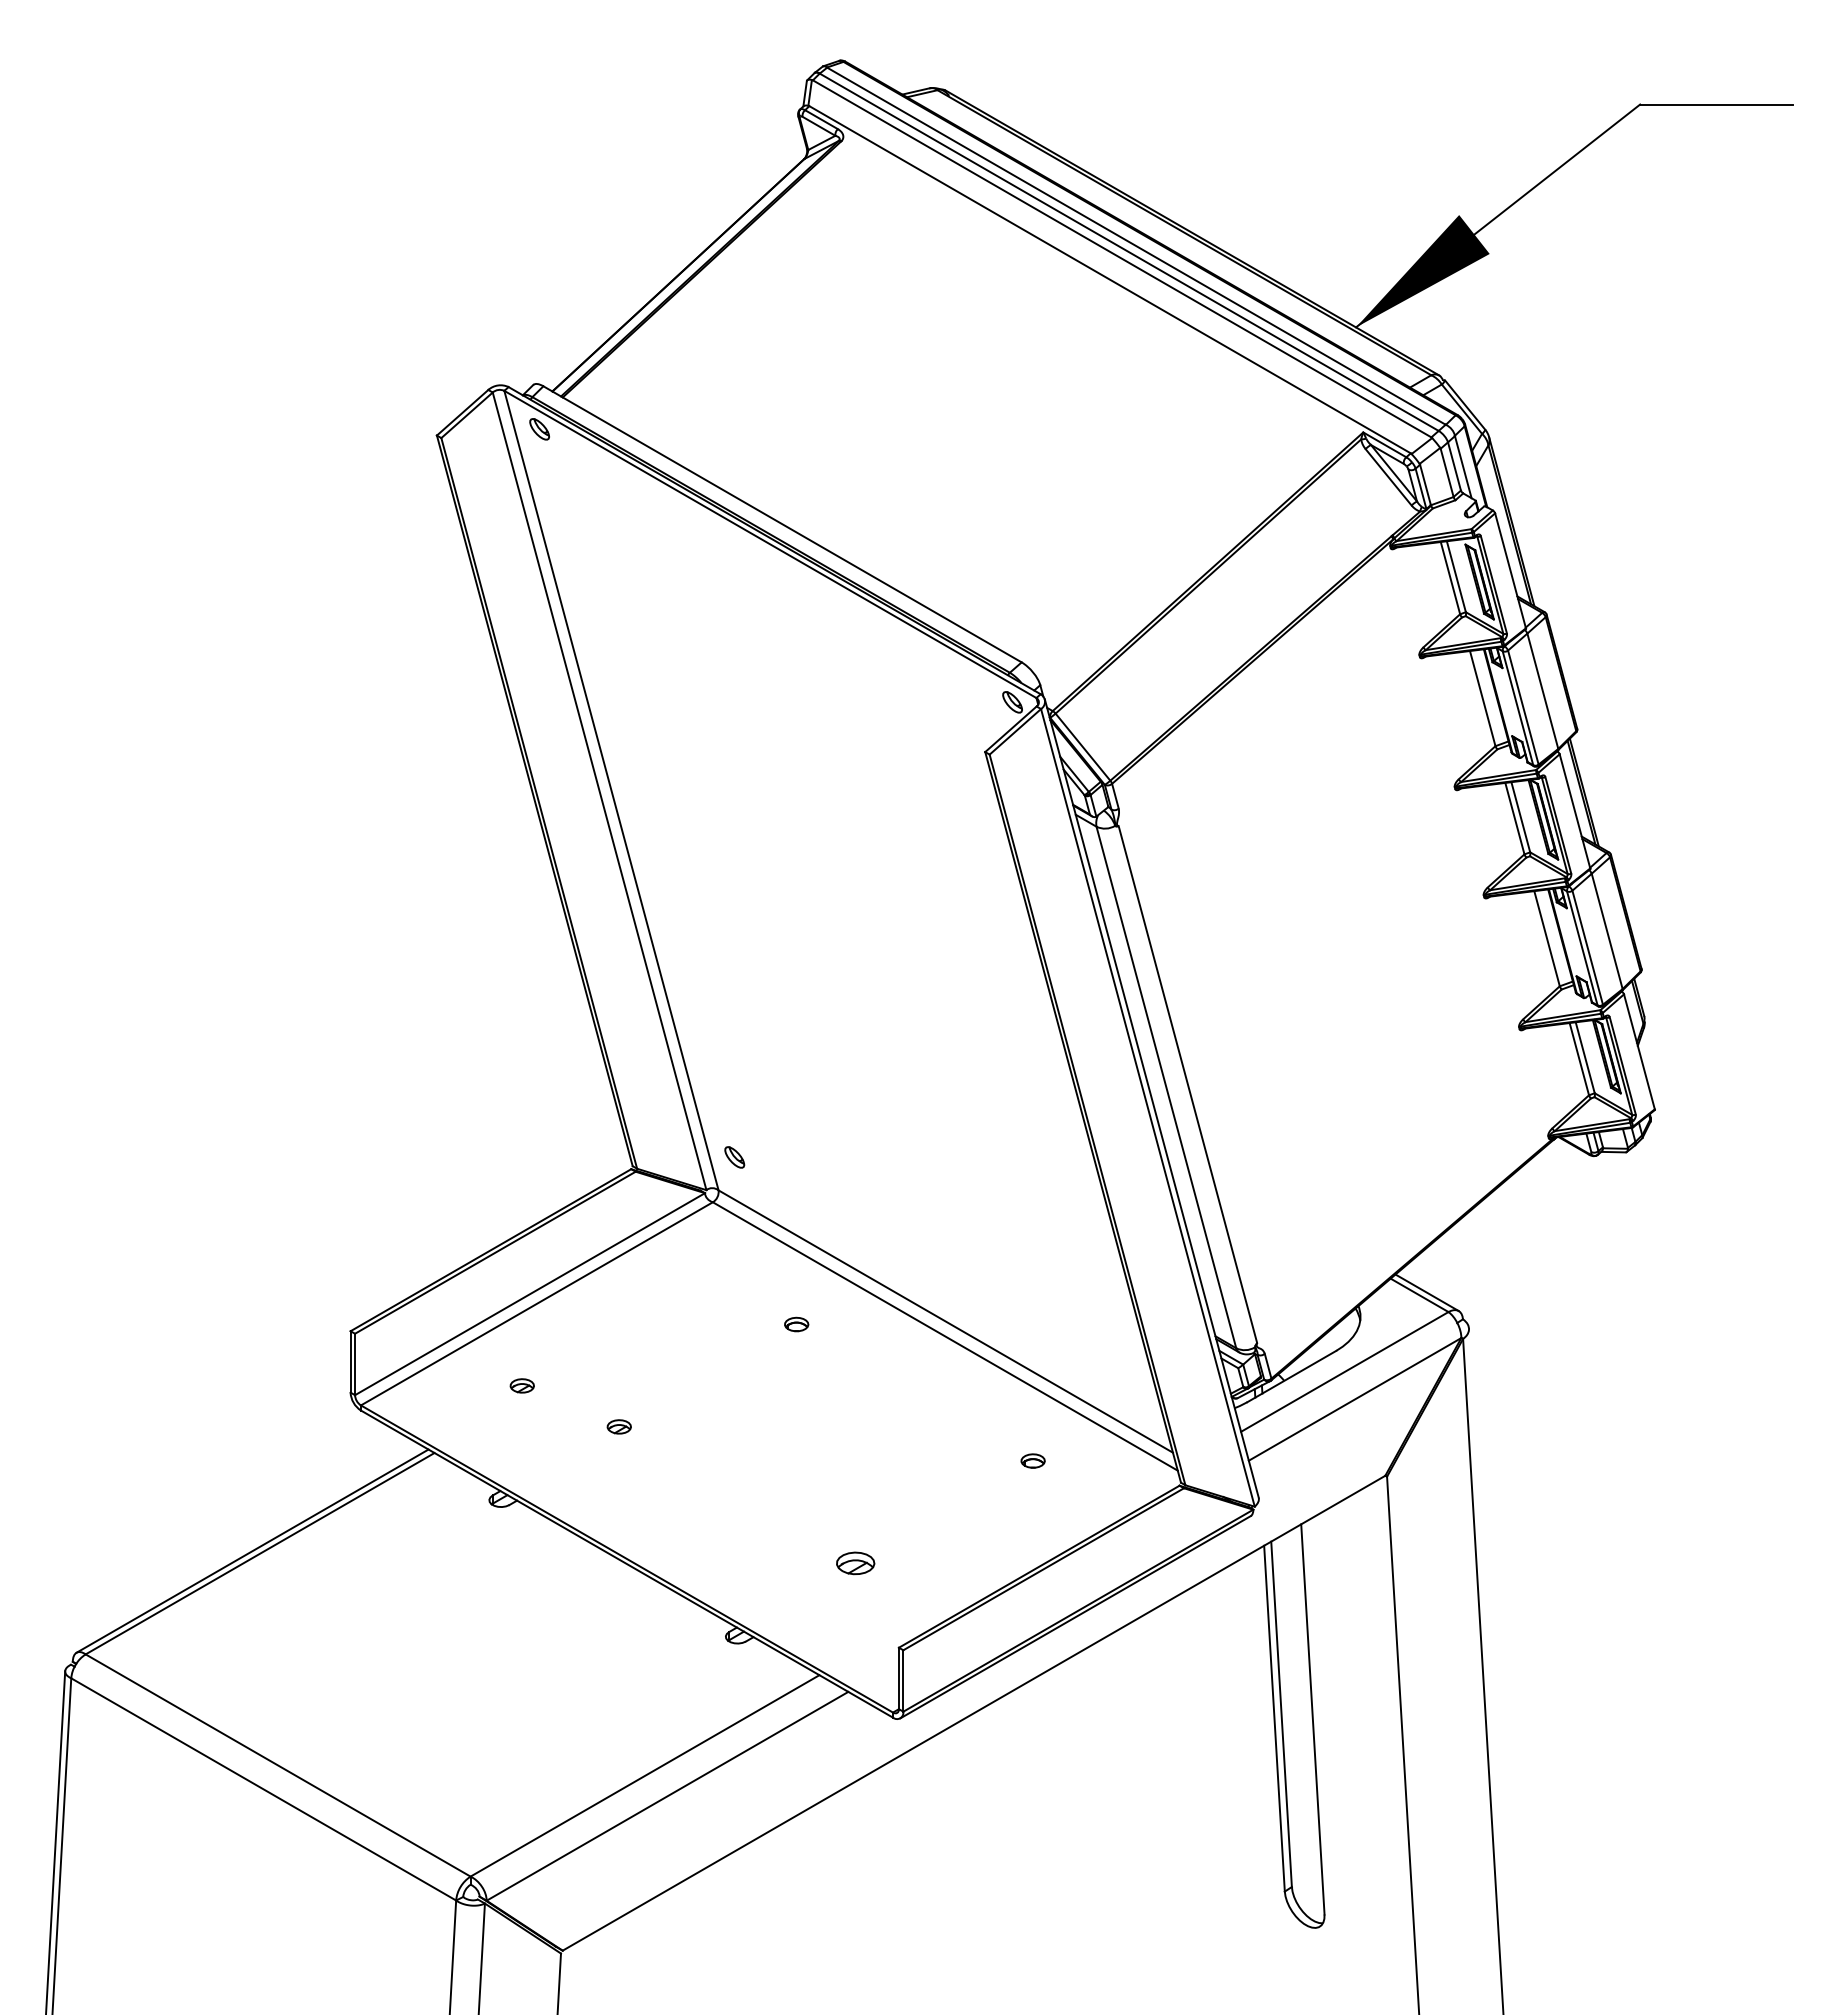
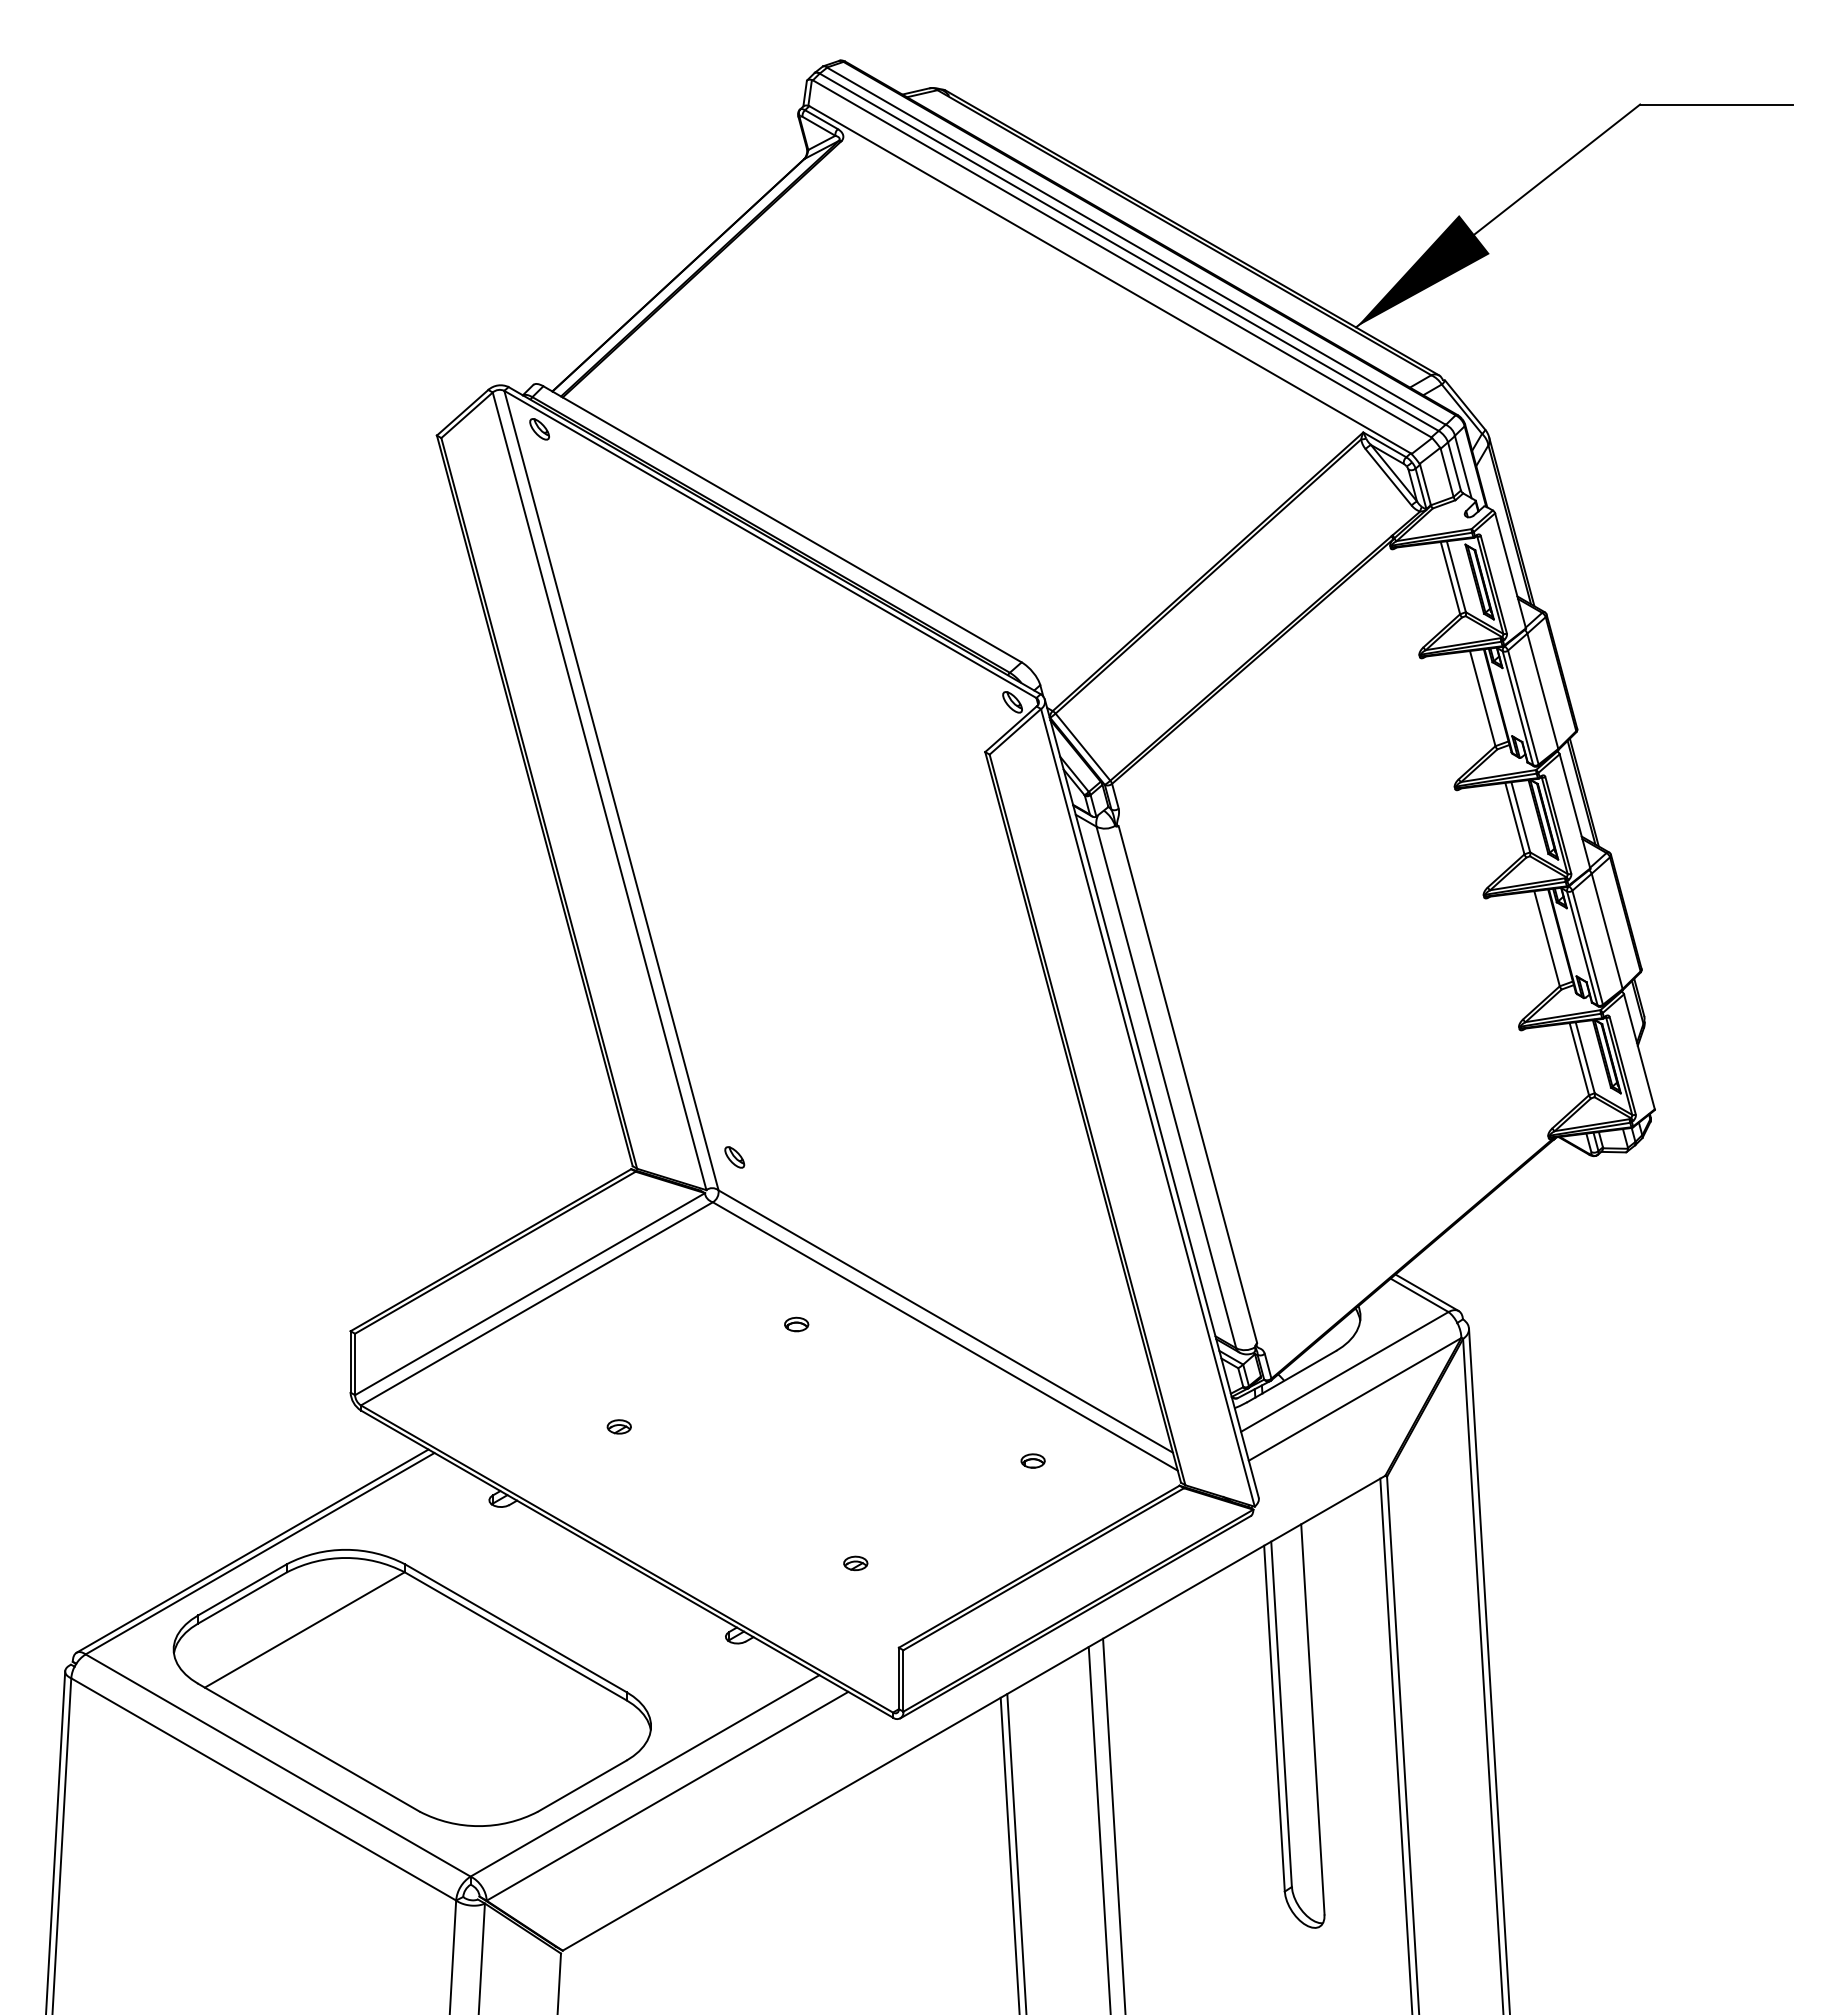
part at (521, 1385): present -> none
part at (855, 1563) size: 40x25 px -> 26x17 px
line at (1489, 1669): none -> present
part at (411, 1687): none -> present
line at (1396, 1744): none -> present
line at (1114, 1824): none -> present
line at (1099, 1828): none -> present
line at (1016, 1852): none -> present
line at (1009, 1854): none -> present
